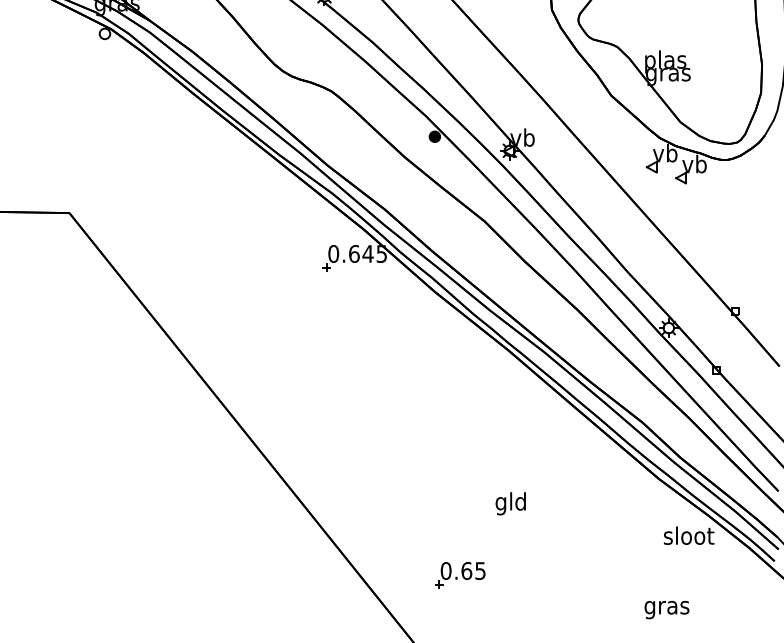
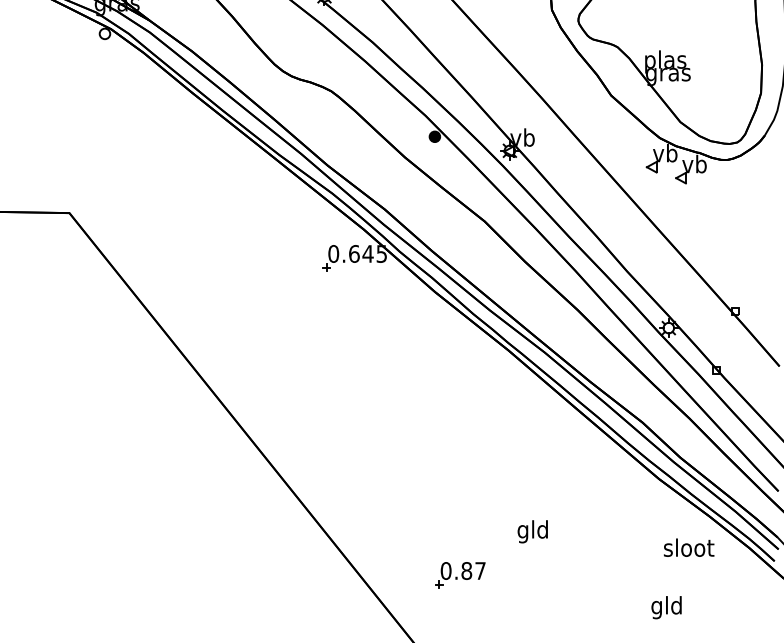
text at (510, 503) position: (510, 503) -> (532, 531)
text at (689, 535) position: (689, 535) -> (689, 547)
text at (473, 571): 0.65 -> 0.87
text at (666, 607): gras -> gld
